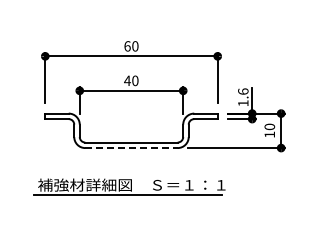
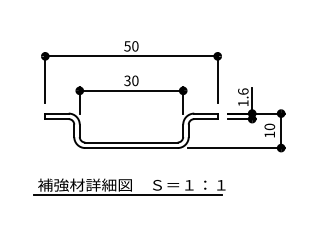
text at (127, 46): 60 -> 50
text at (127, 80): 40 -> 30
line at (131, 148): dashed -> solid
